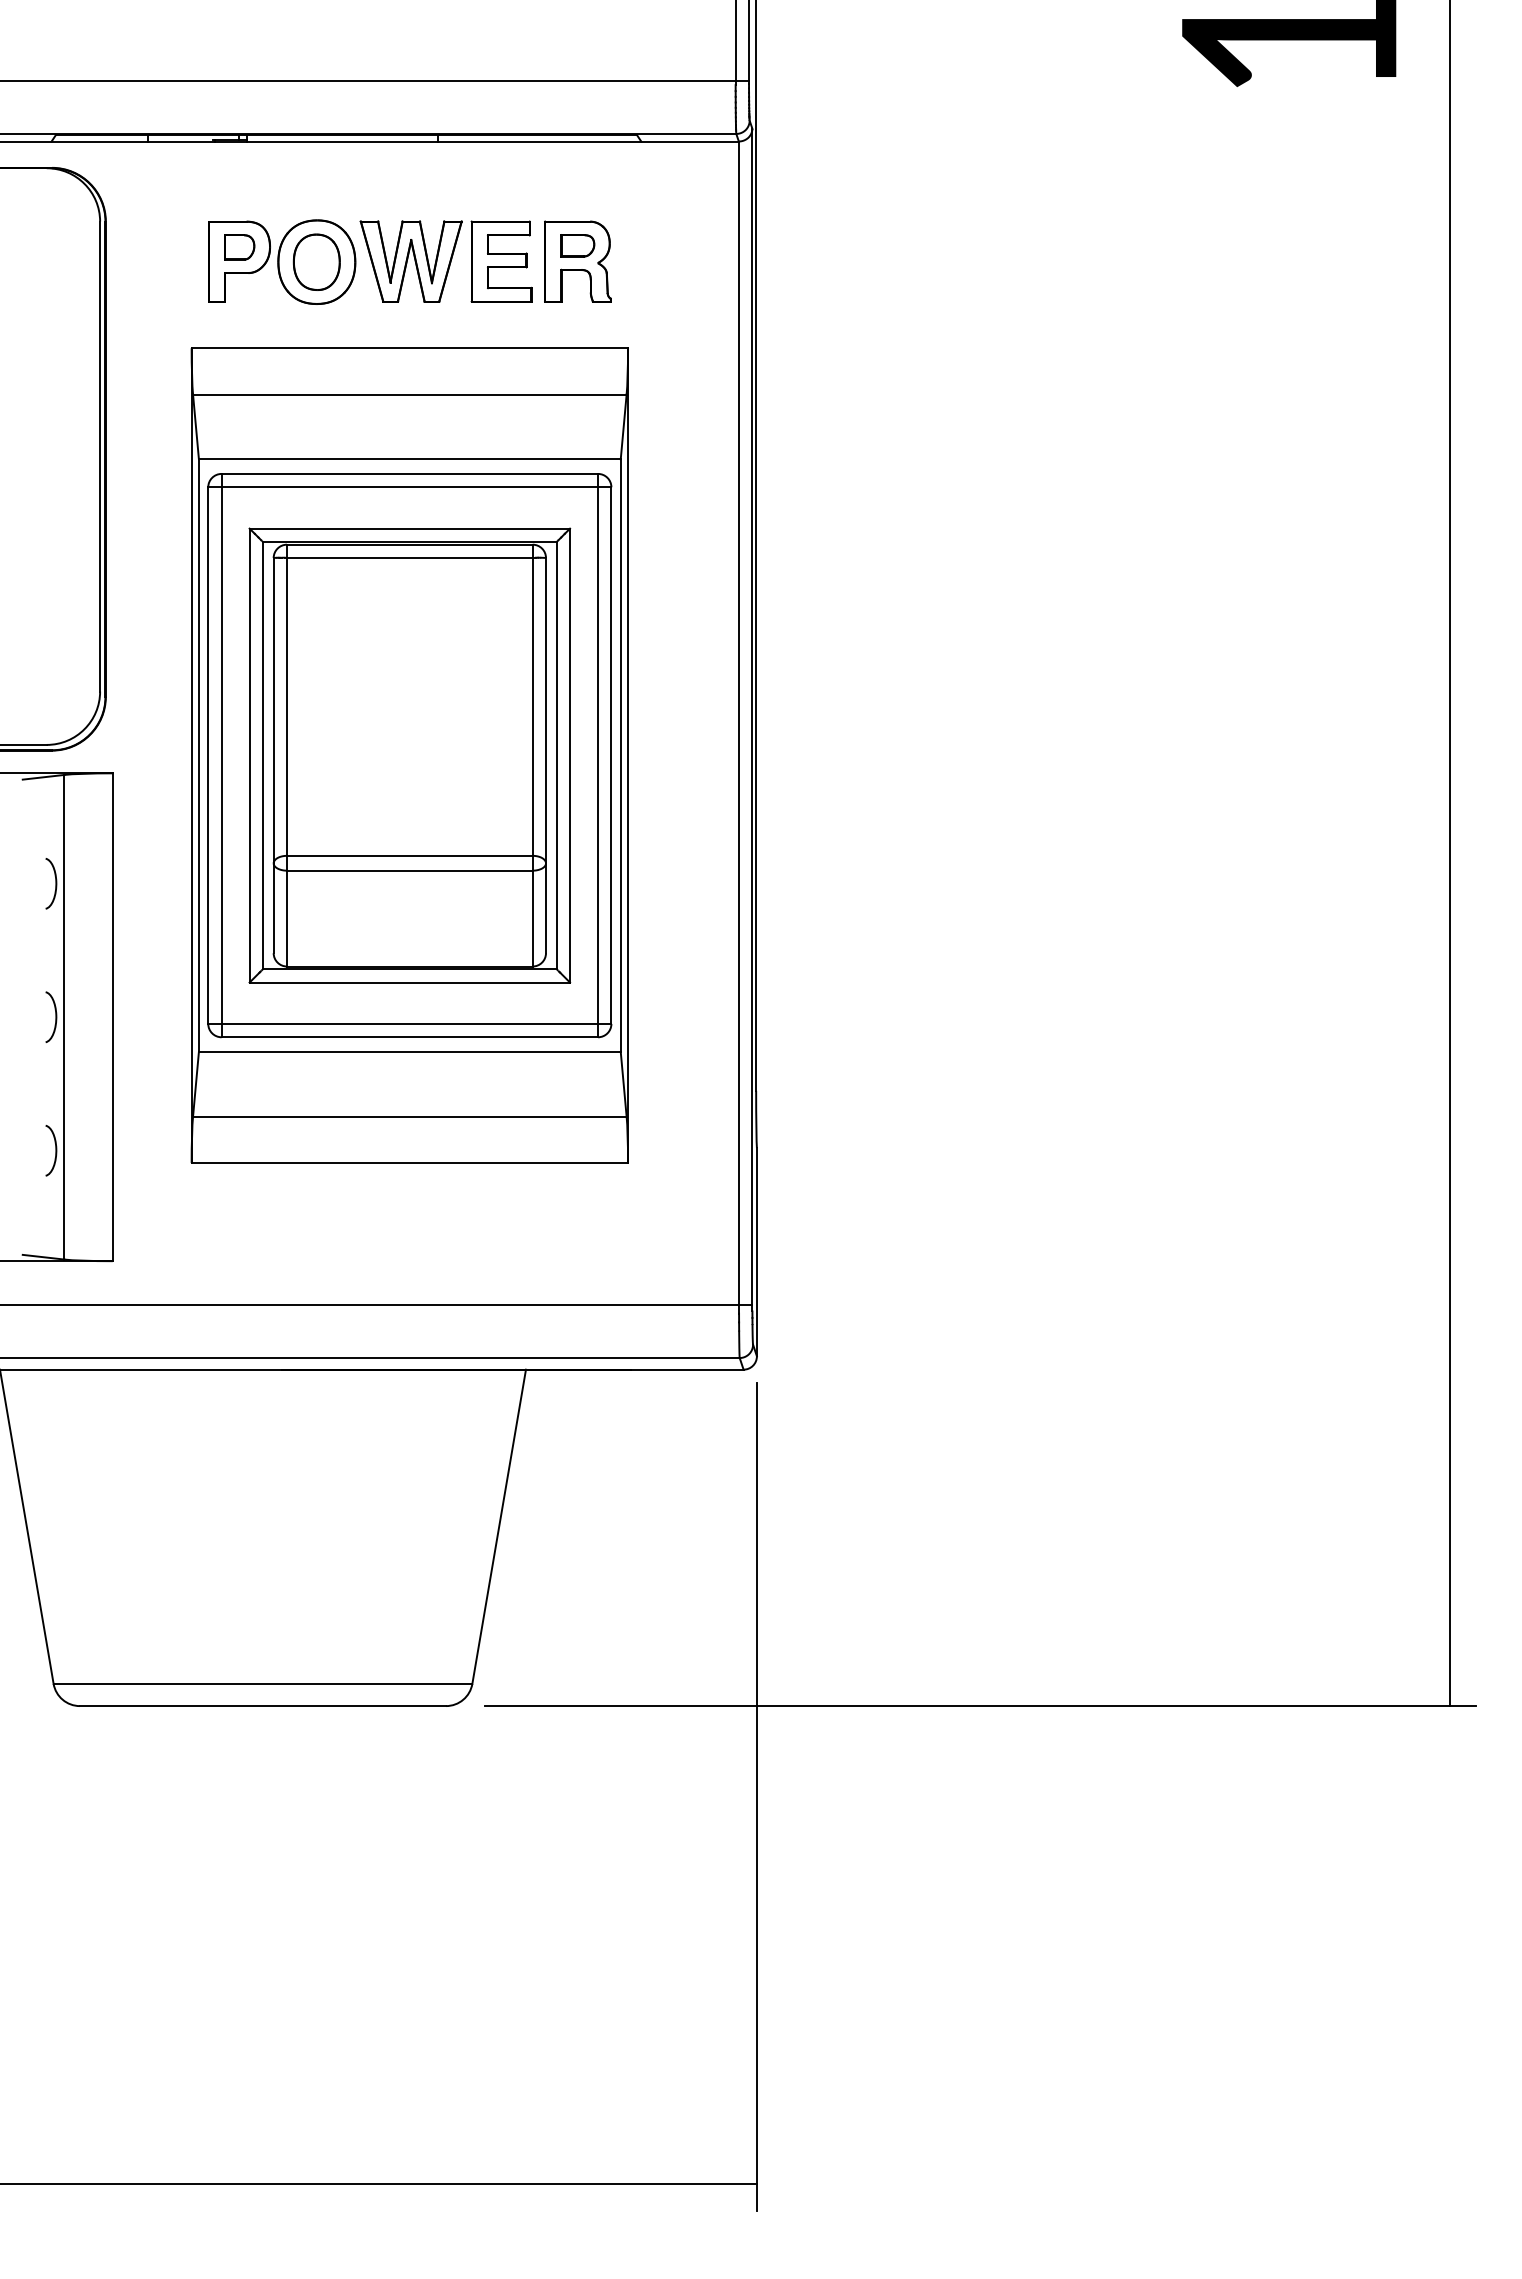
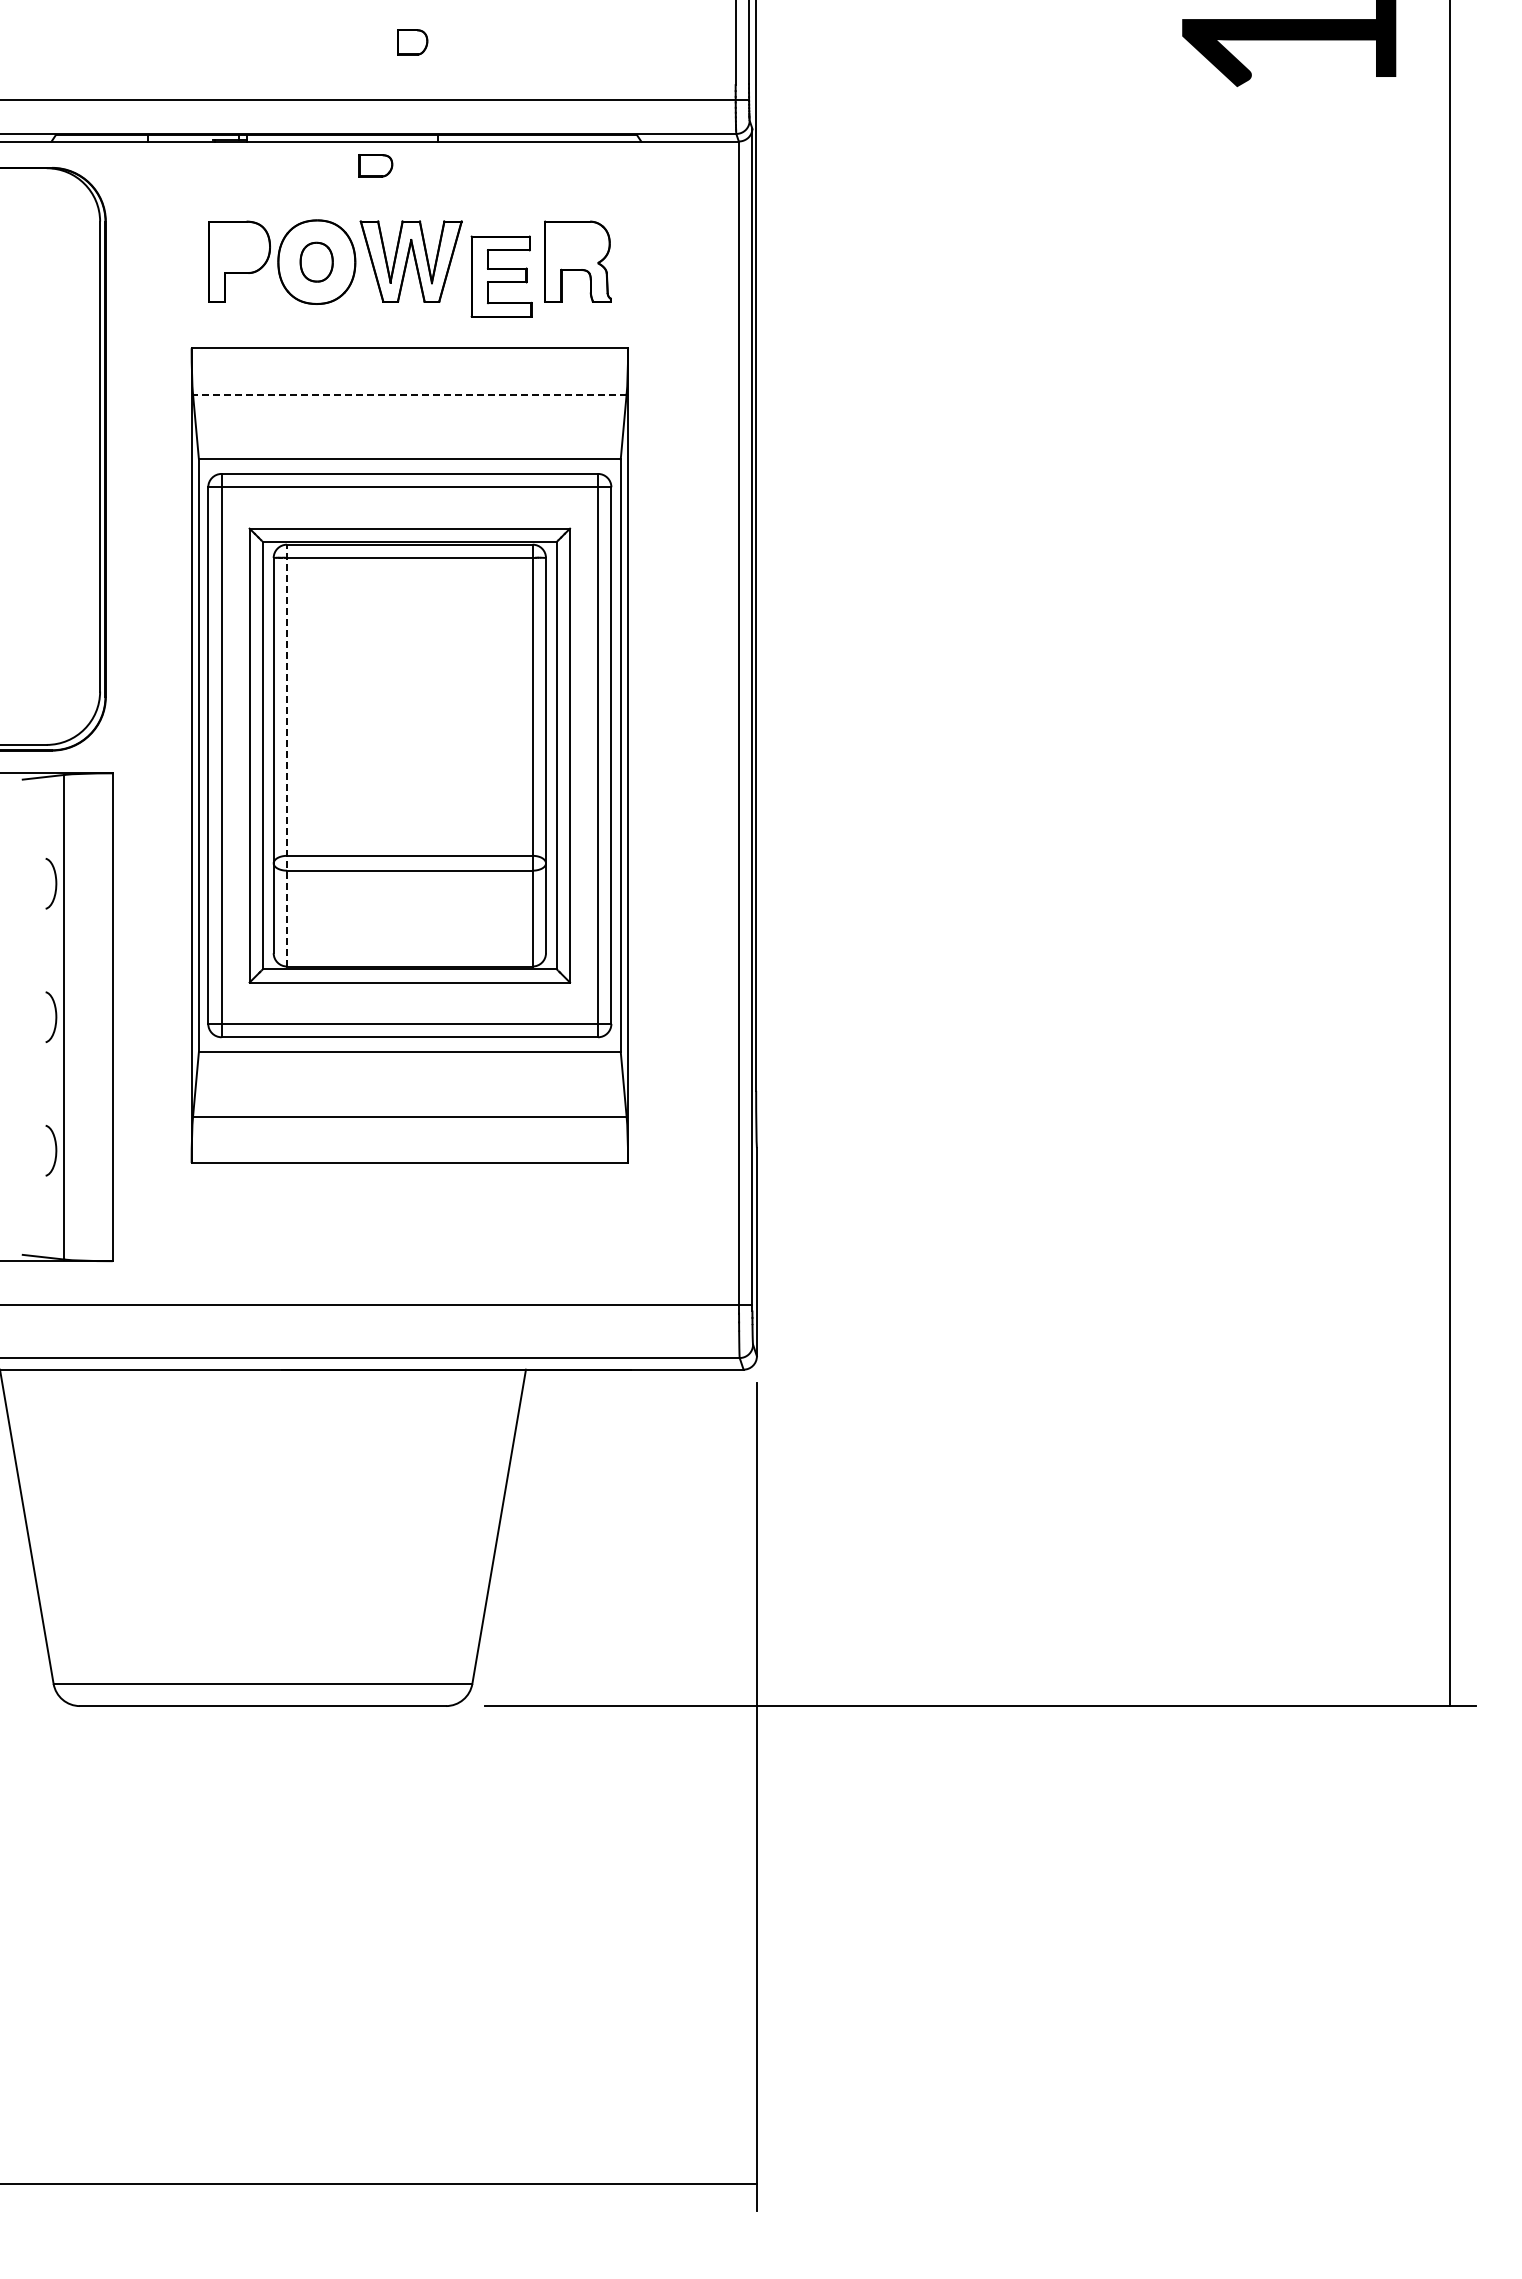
line at (375, 80) position: (375, 80) -> (375, 99)
part at (577, 245) position: (577, 245) -> (375, 165)
part at (239, 247) position: (239, 247) -> (412, 42)
part at (316, 261) size: 49x58 px -> 35x42 px
part at (501, 261) position: (501, 261) -> (501, 276)
line at (409, 394): solid -> dashed
line at (287, 755): solid -> dashed
